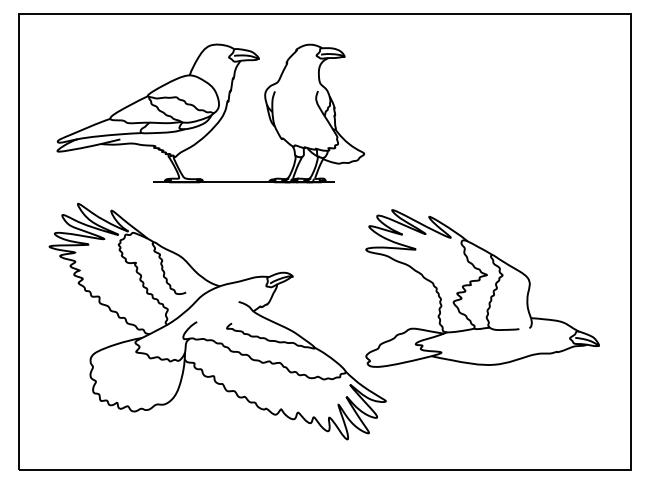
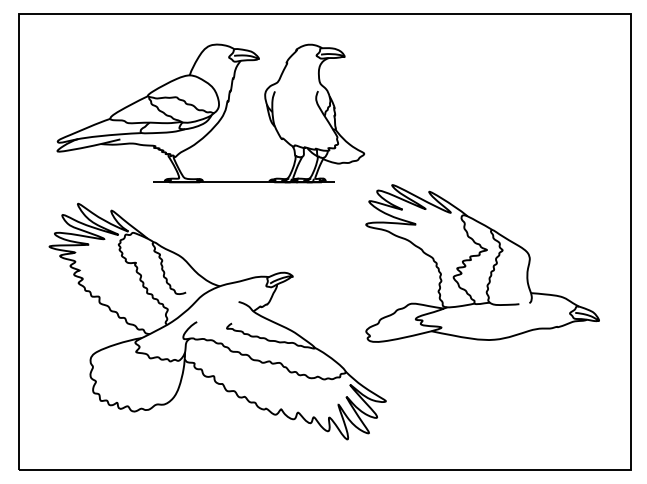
part at (482, 288) position: (482, 288) -> (482, 263)
